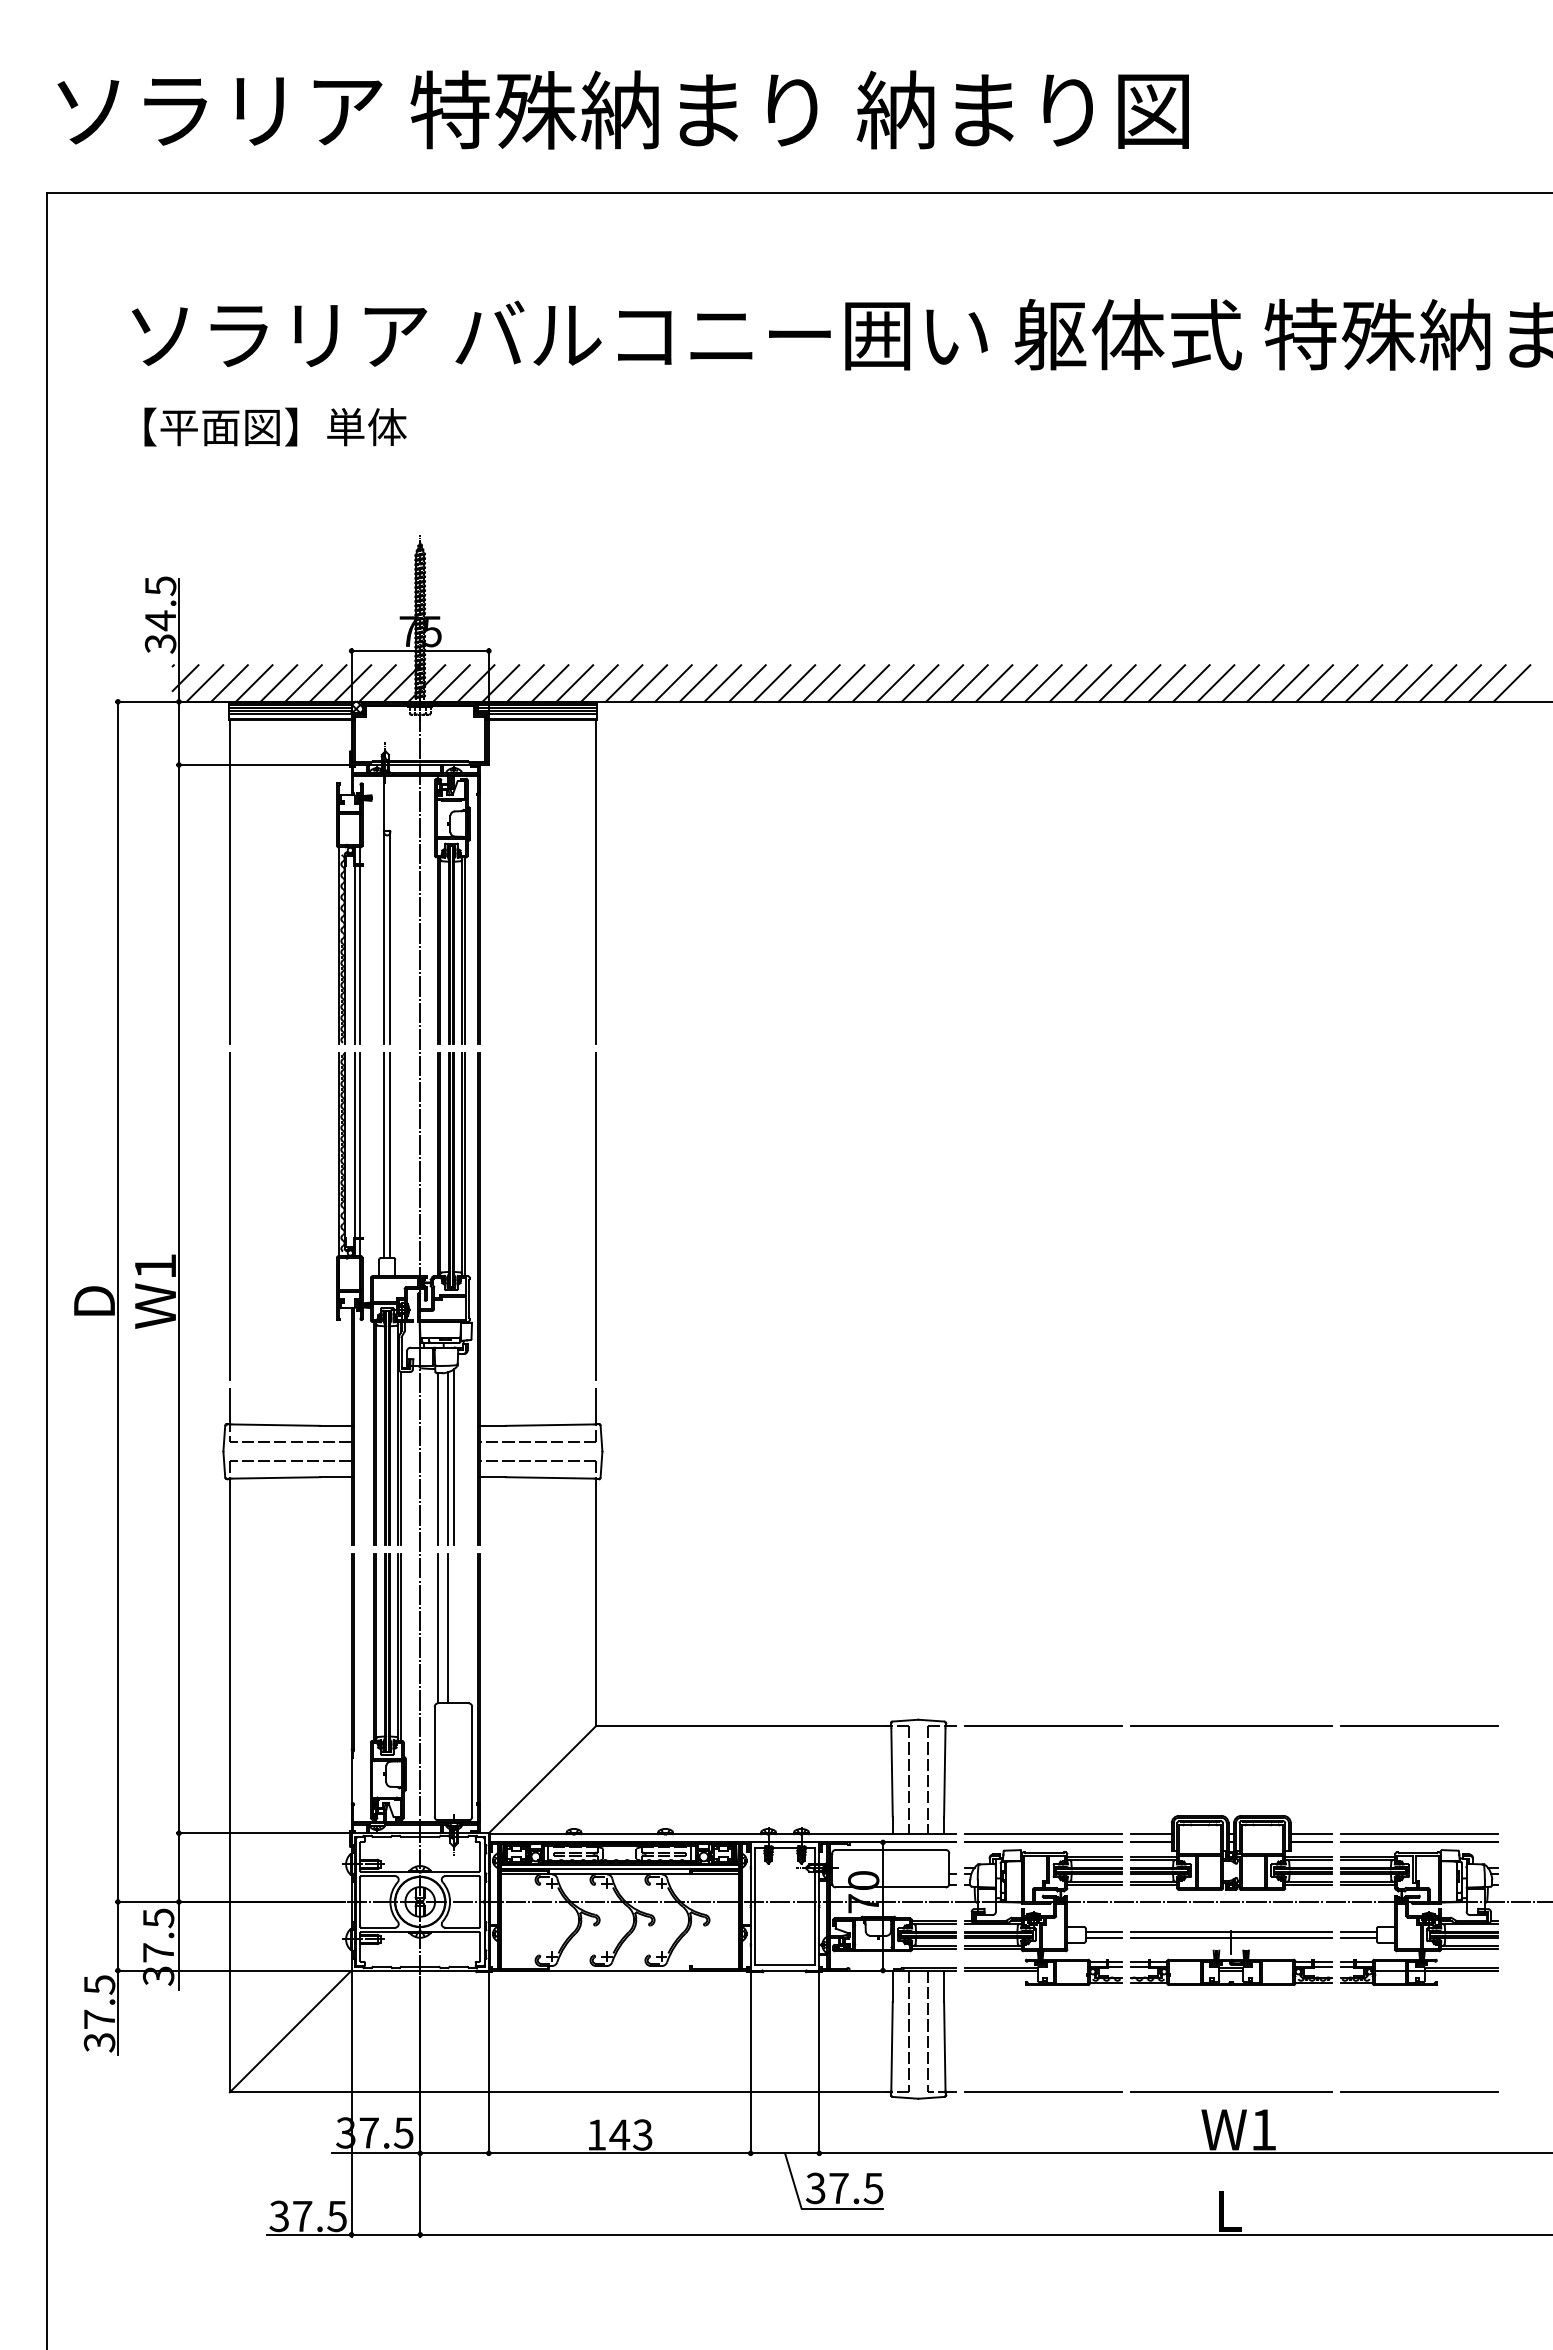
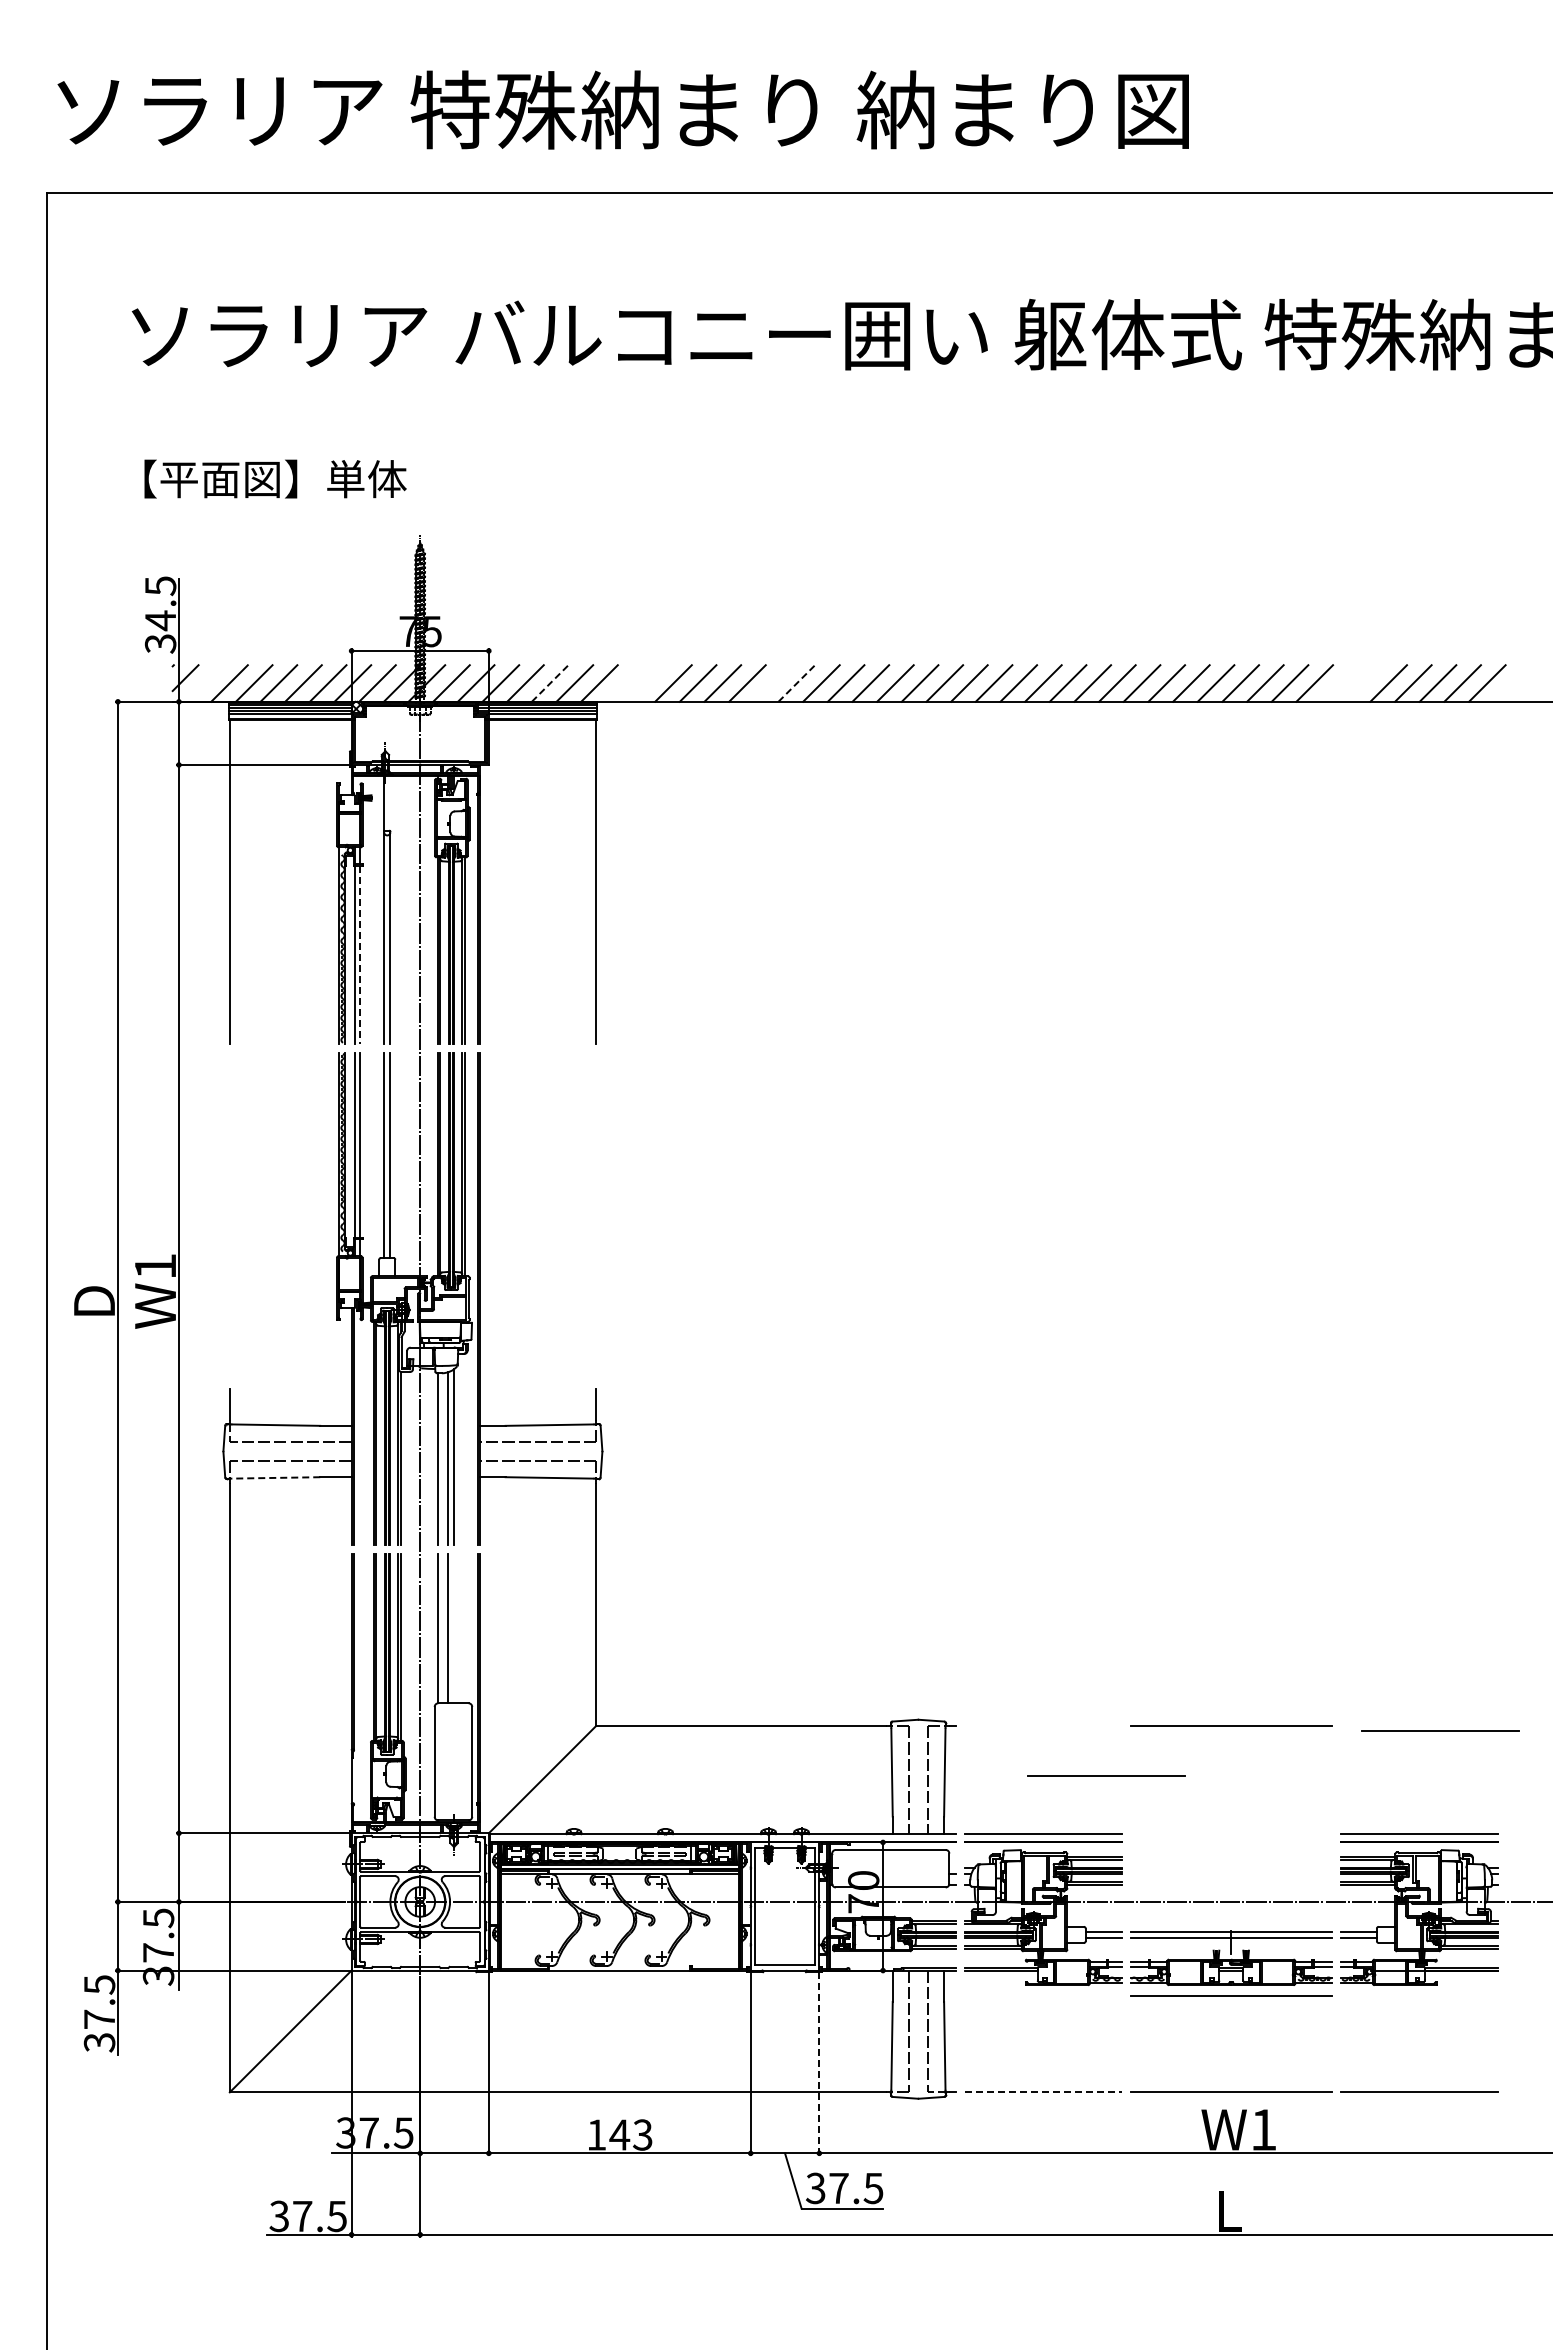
text at (275, 426) position: (275, 426) -> (275, 478)
line at (204, 683): present -> none
line at (550, 683): solid -> dashed
line at (623, 683): present -> none
line at (648, 683): present -> none
line at (771, 683): present -> none
line at (796, 683): solid -> dashed
line at (1339, 683): present -> none
line at (1363, 683): present -> none
line at (1511, 683): present -> none
line at (360, 955): solid -> dashed
line at (229, 1216): present -> none
line at (595, 1216): present -> none
line at (276, 1477): solid -> dashed
line at (1043, 1725) position: (1043, 1725) -> (1106, 1775)
line at (1419, 1725) position: (1419, 1725) -> (1440, 1730)
part at (1231, 1852): present -> none
line at (1231, 1995): none -> present
line at (819, 2063): solid -> dashed
line at (1043, 2092): solid -> dashed
